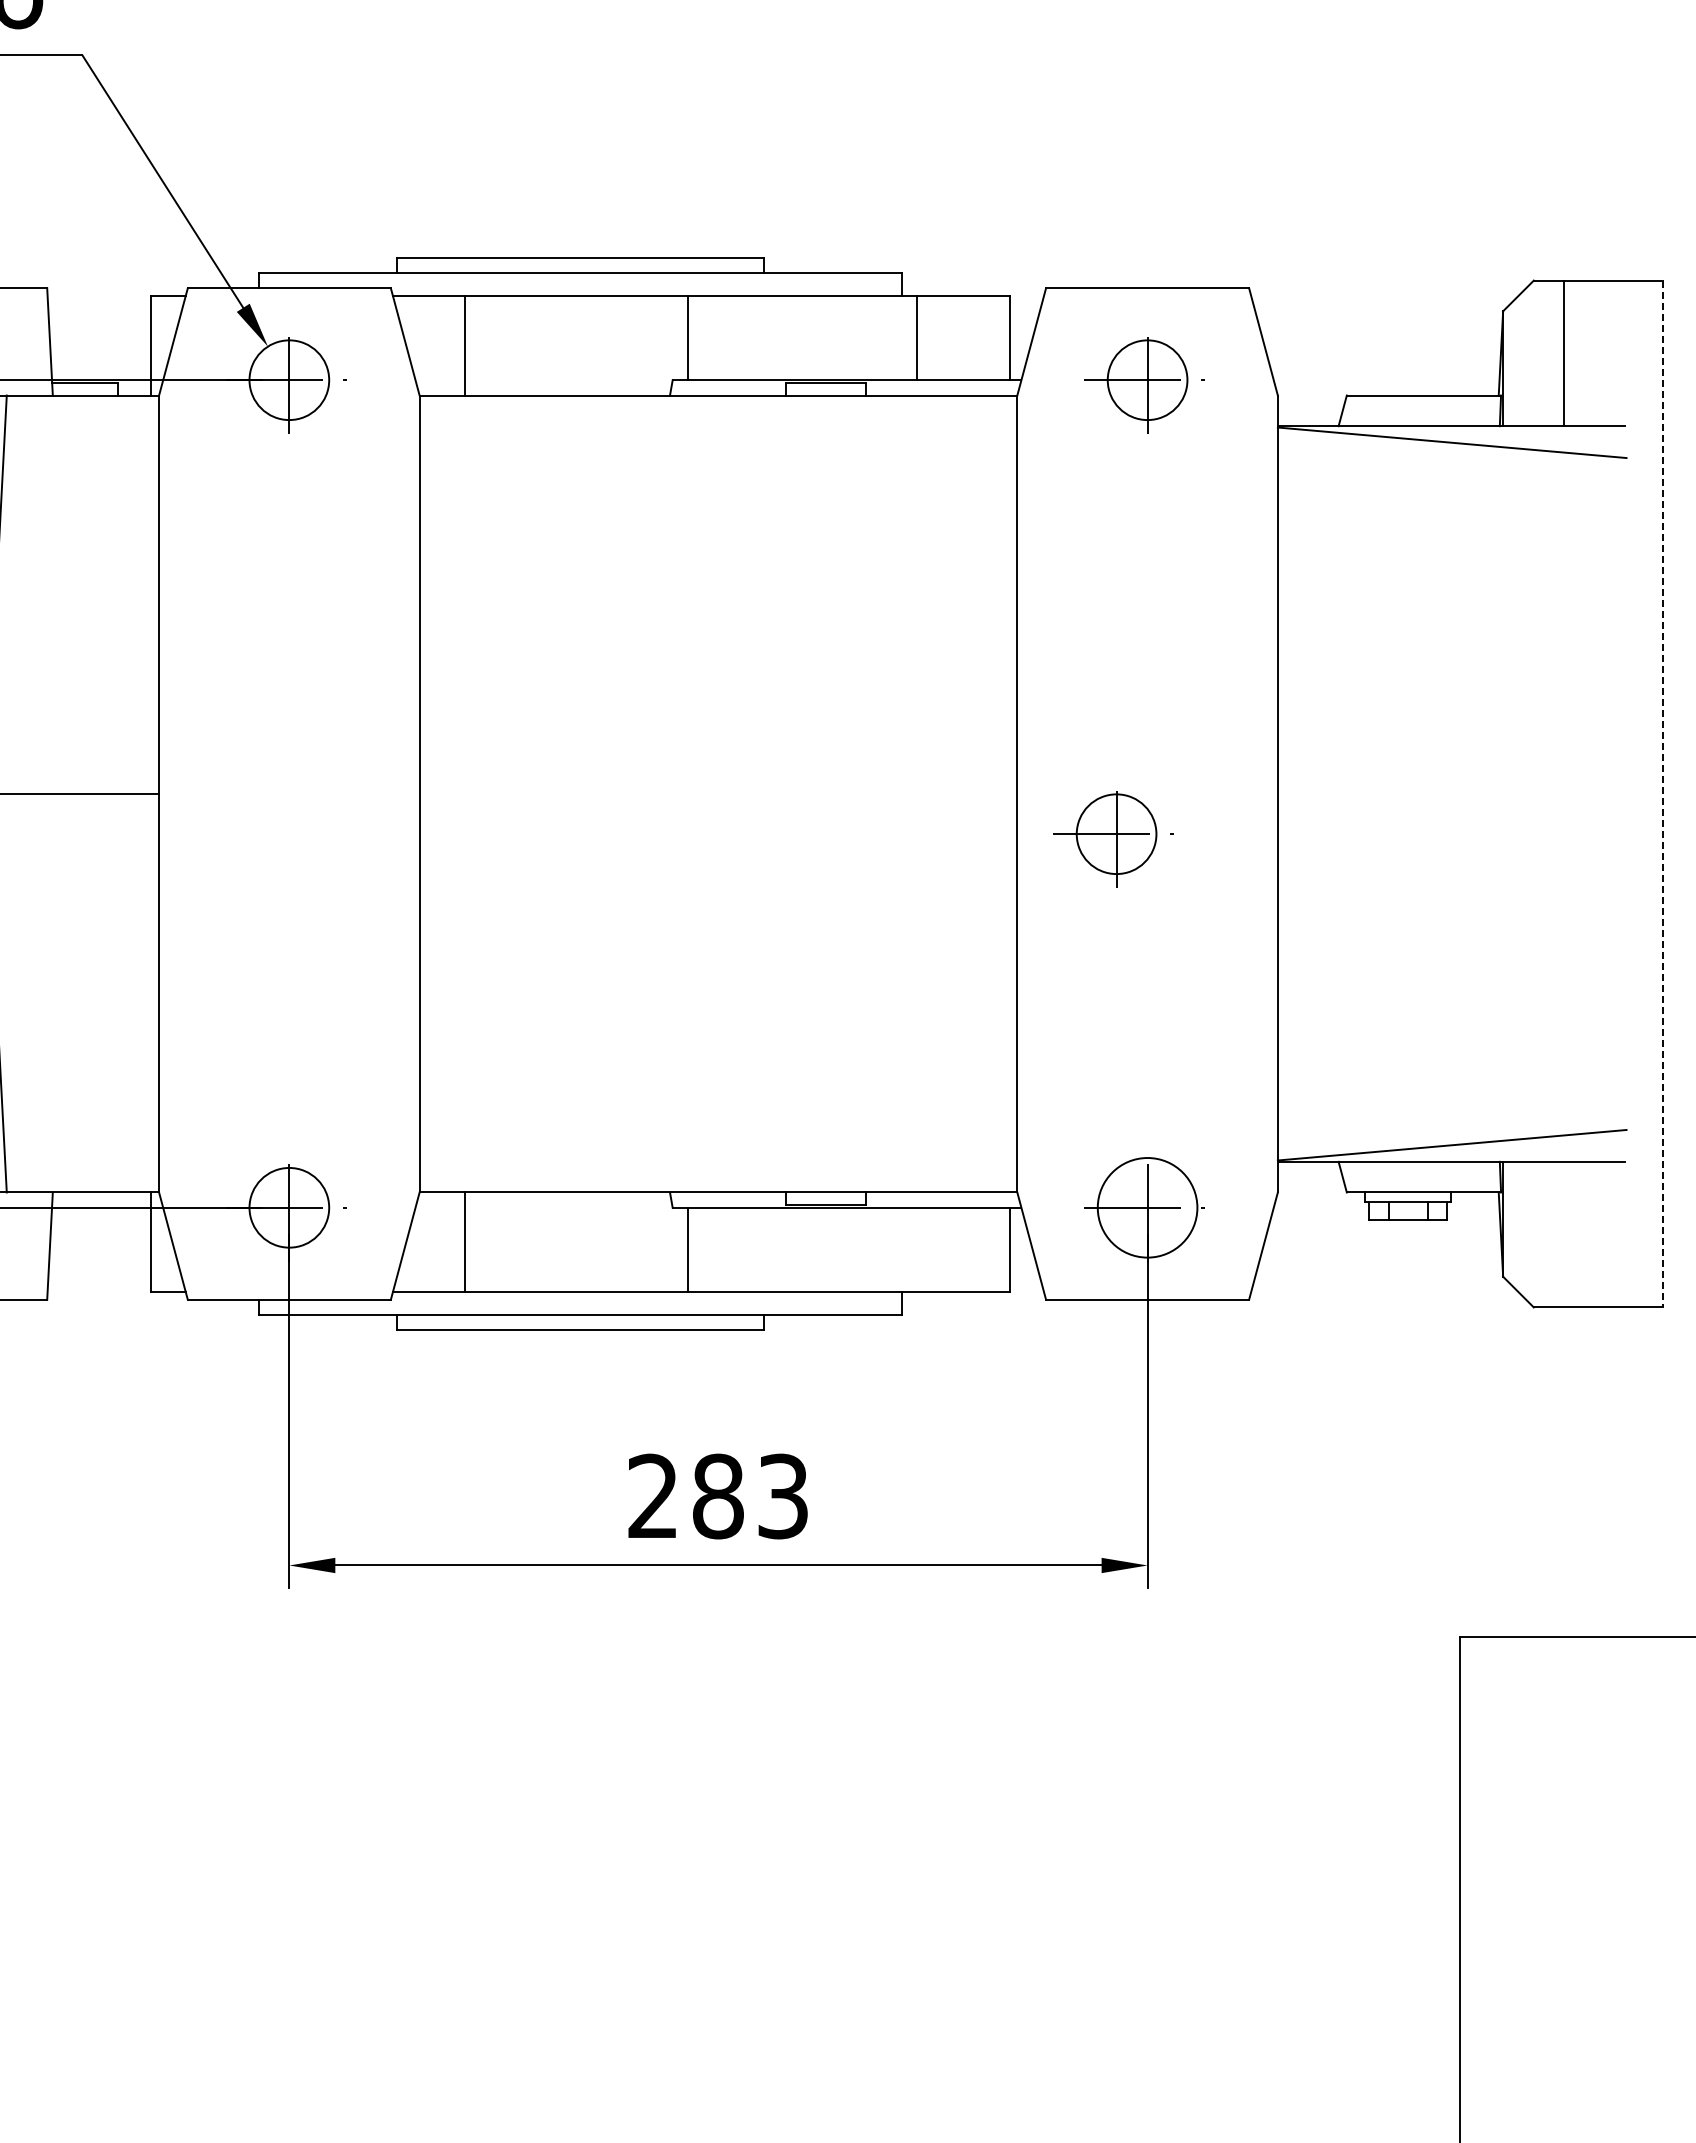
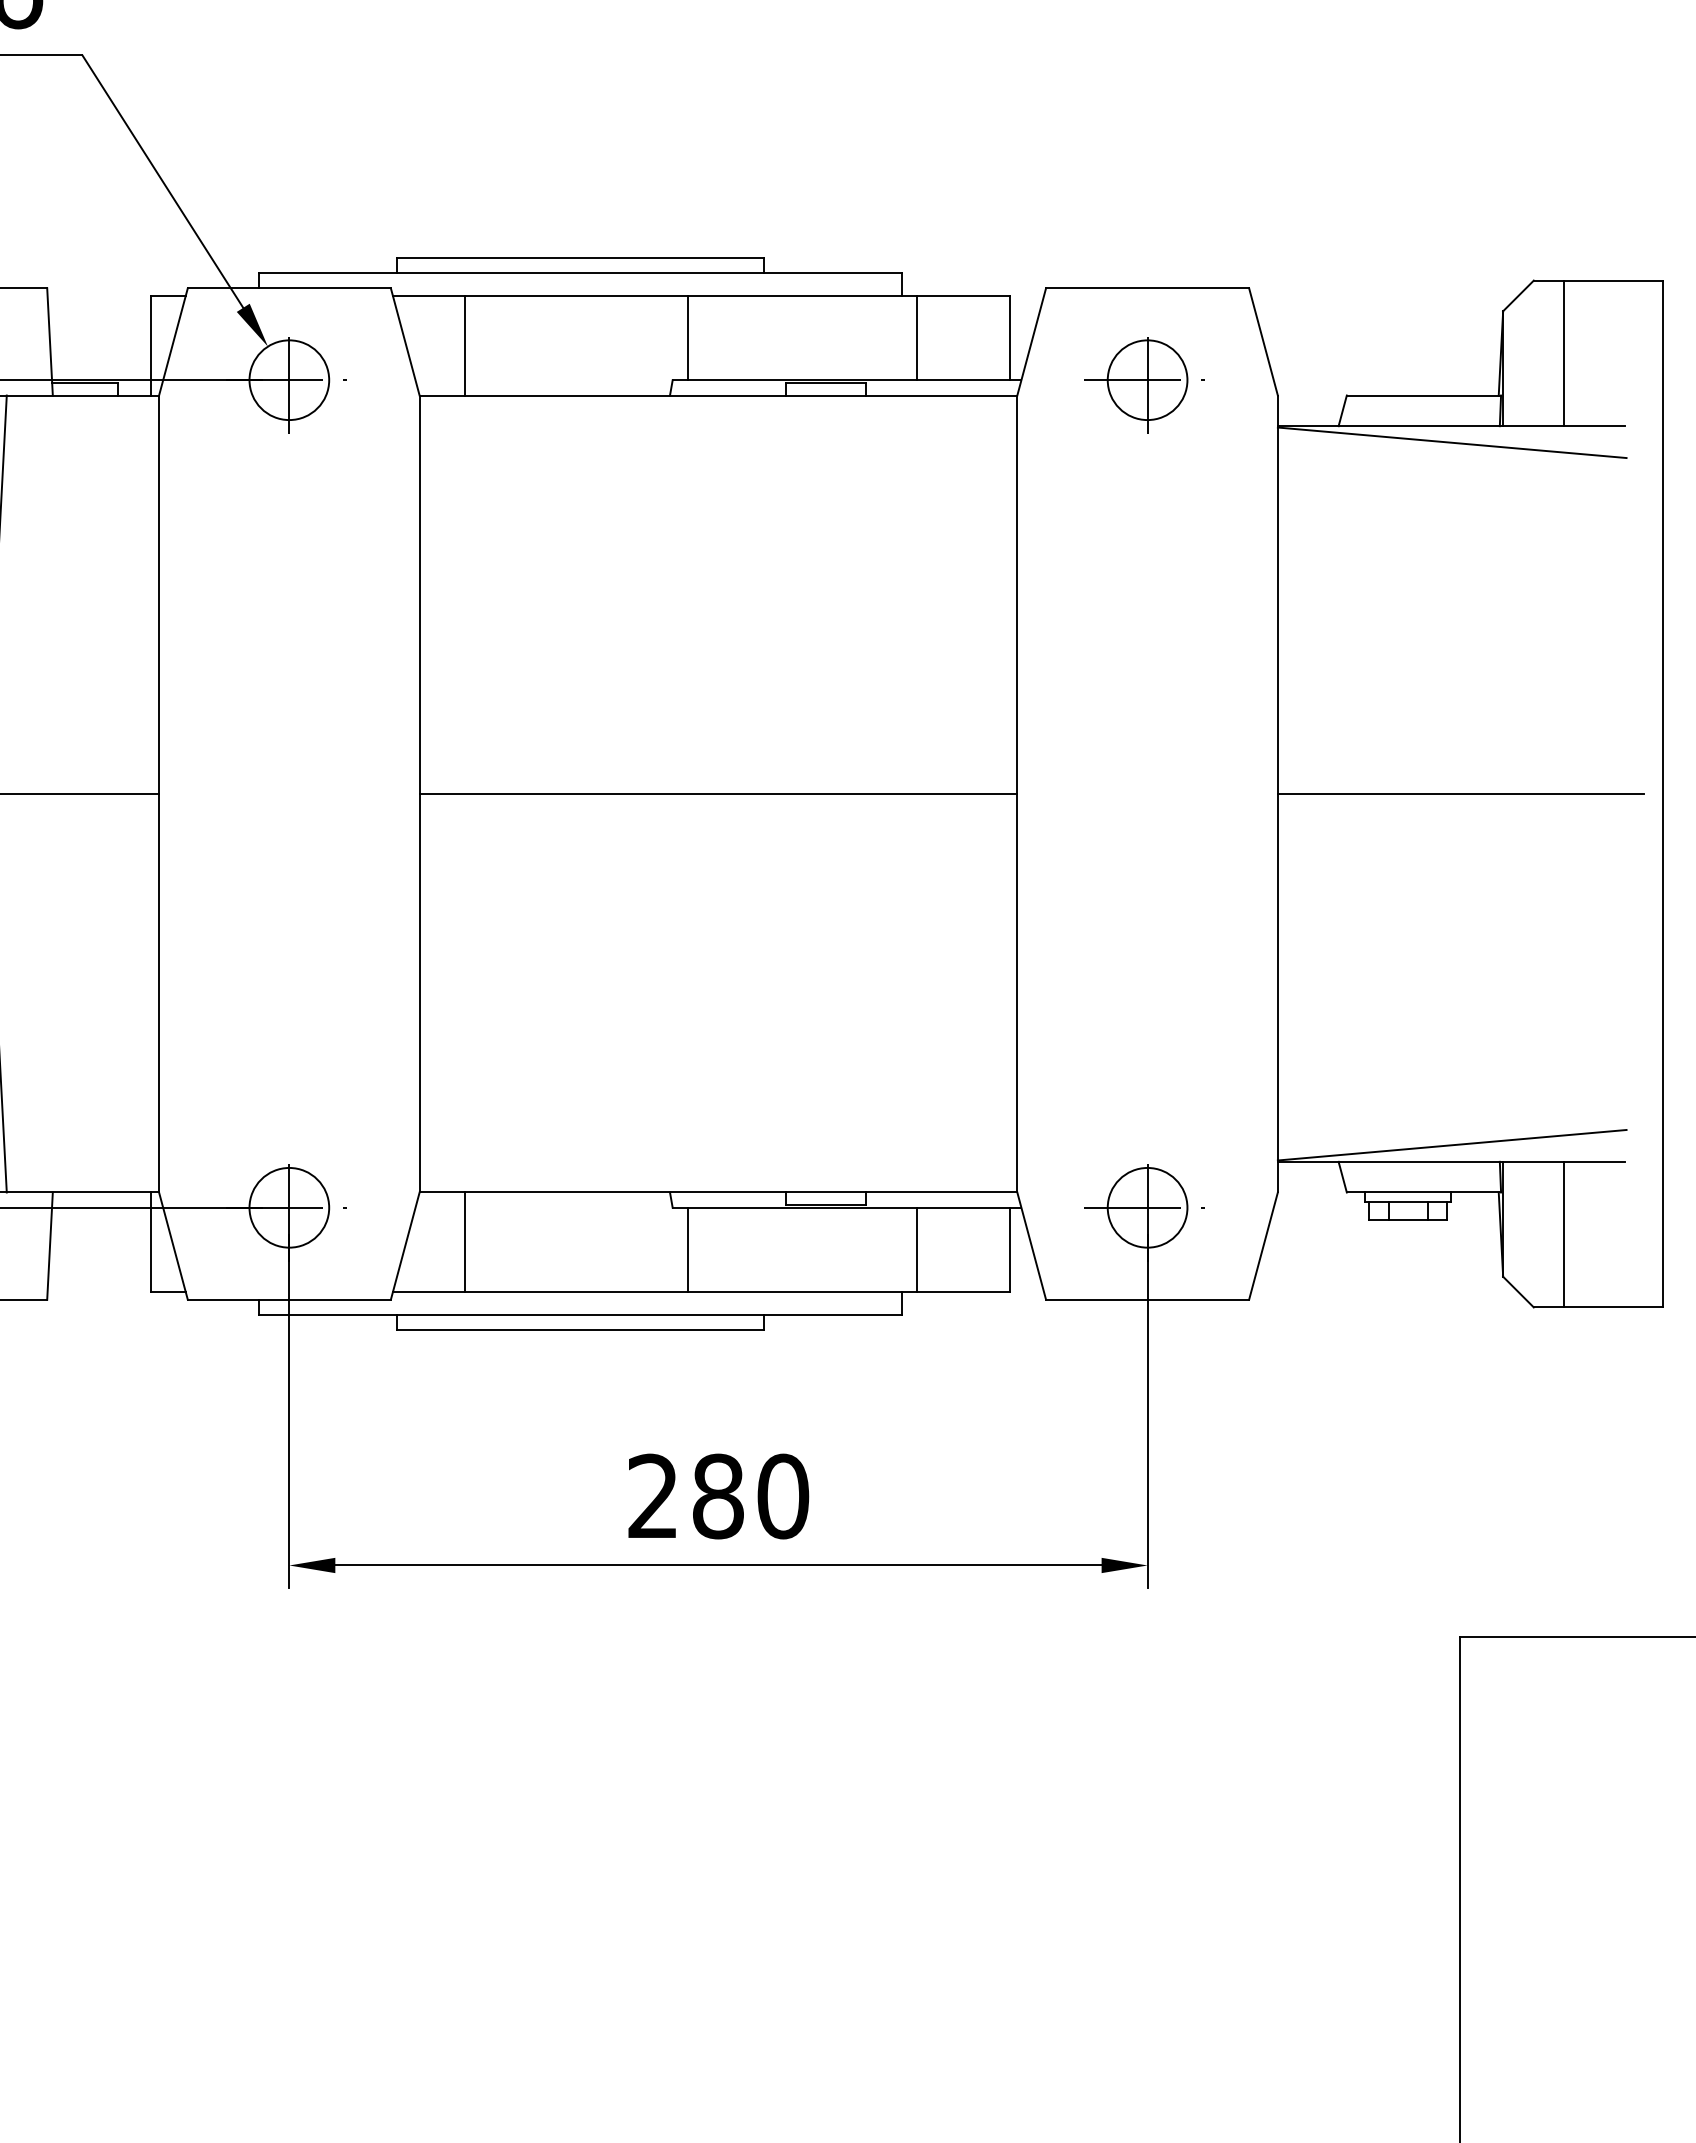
line at (718, 794): none -> present
line at (1460, 794): none -> present
line at (1662, 794): dashed -> solid
part at (1113, 839): present -> none
circle at (1147, 1207) diameter: 100 px -> 80 px
line at (1564, 1234): none -> present
line at (916, 1249): none -> present
text at (783, 1496): 283 -> 280
